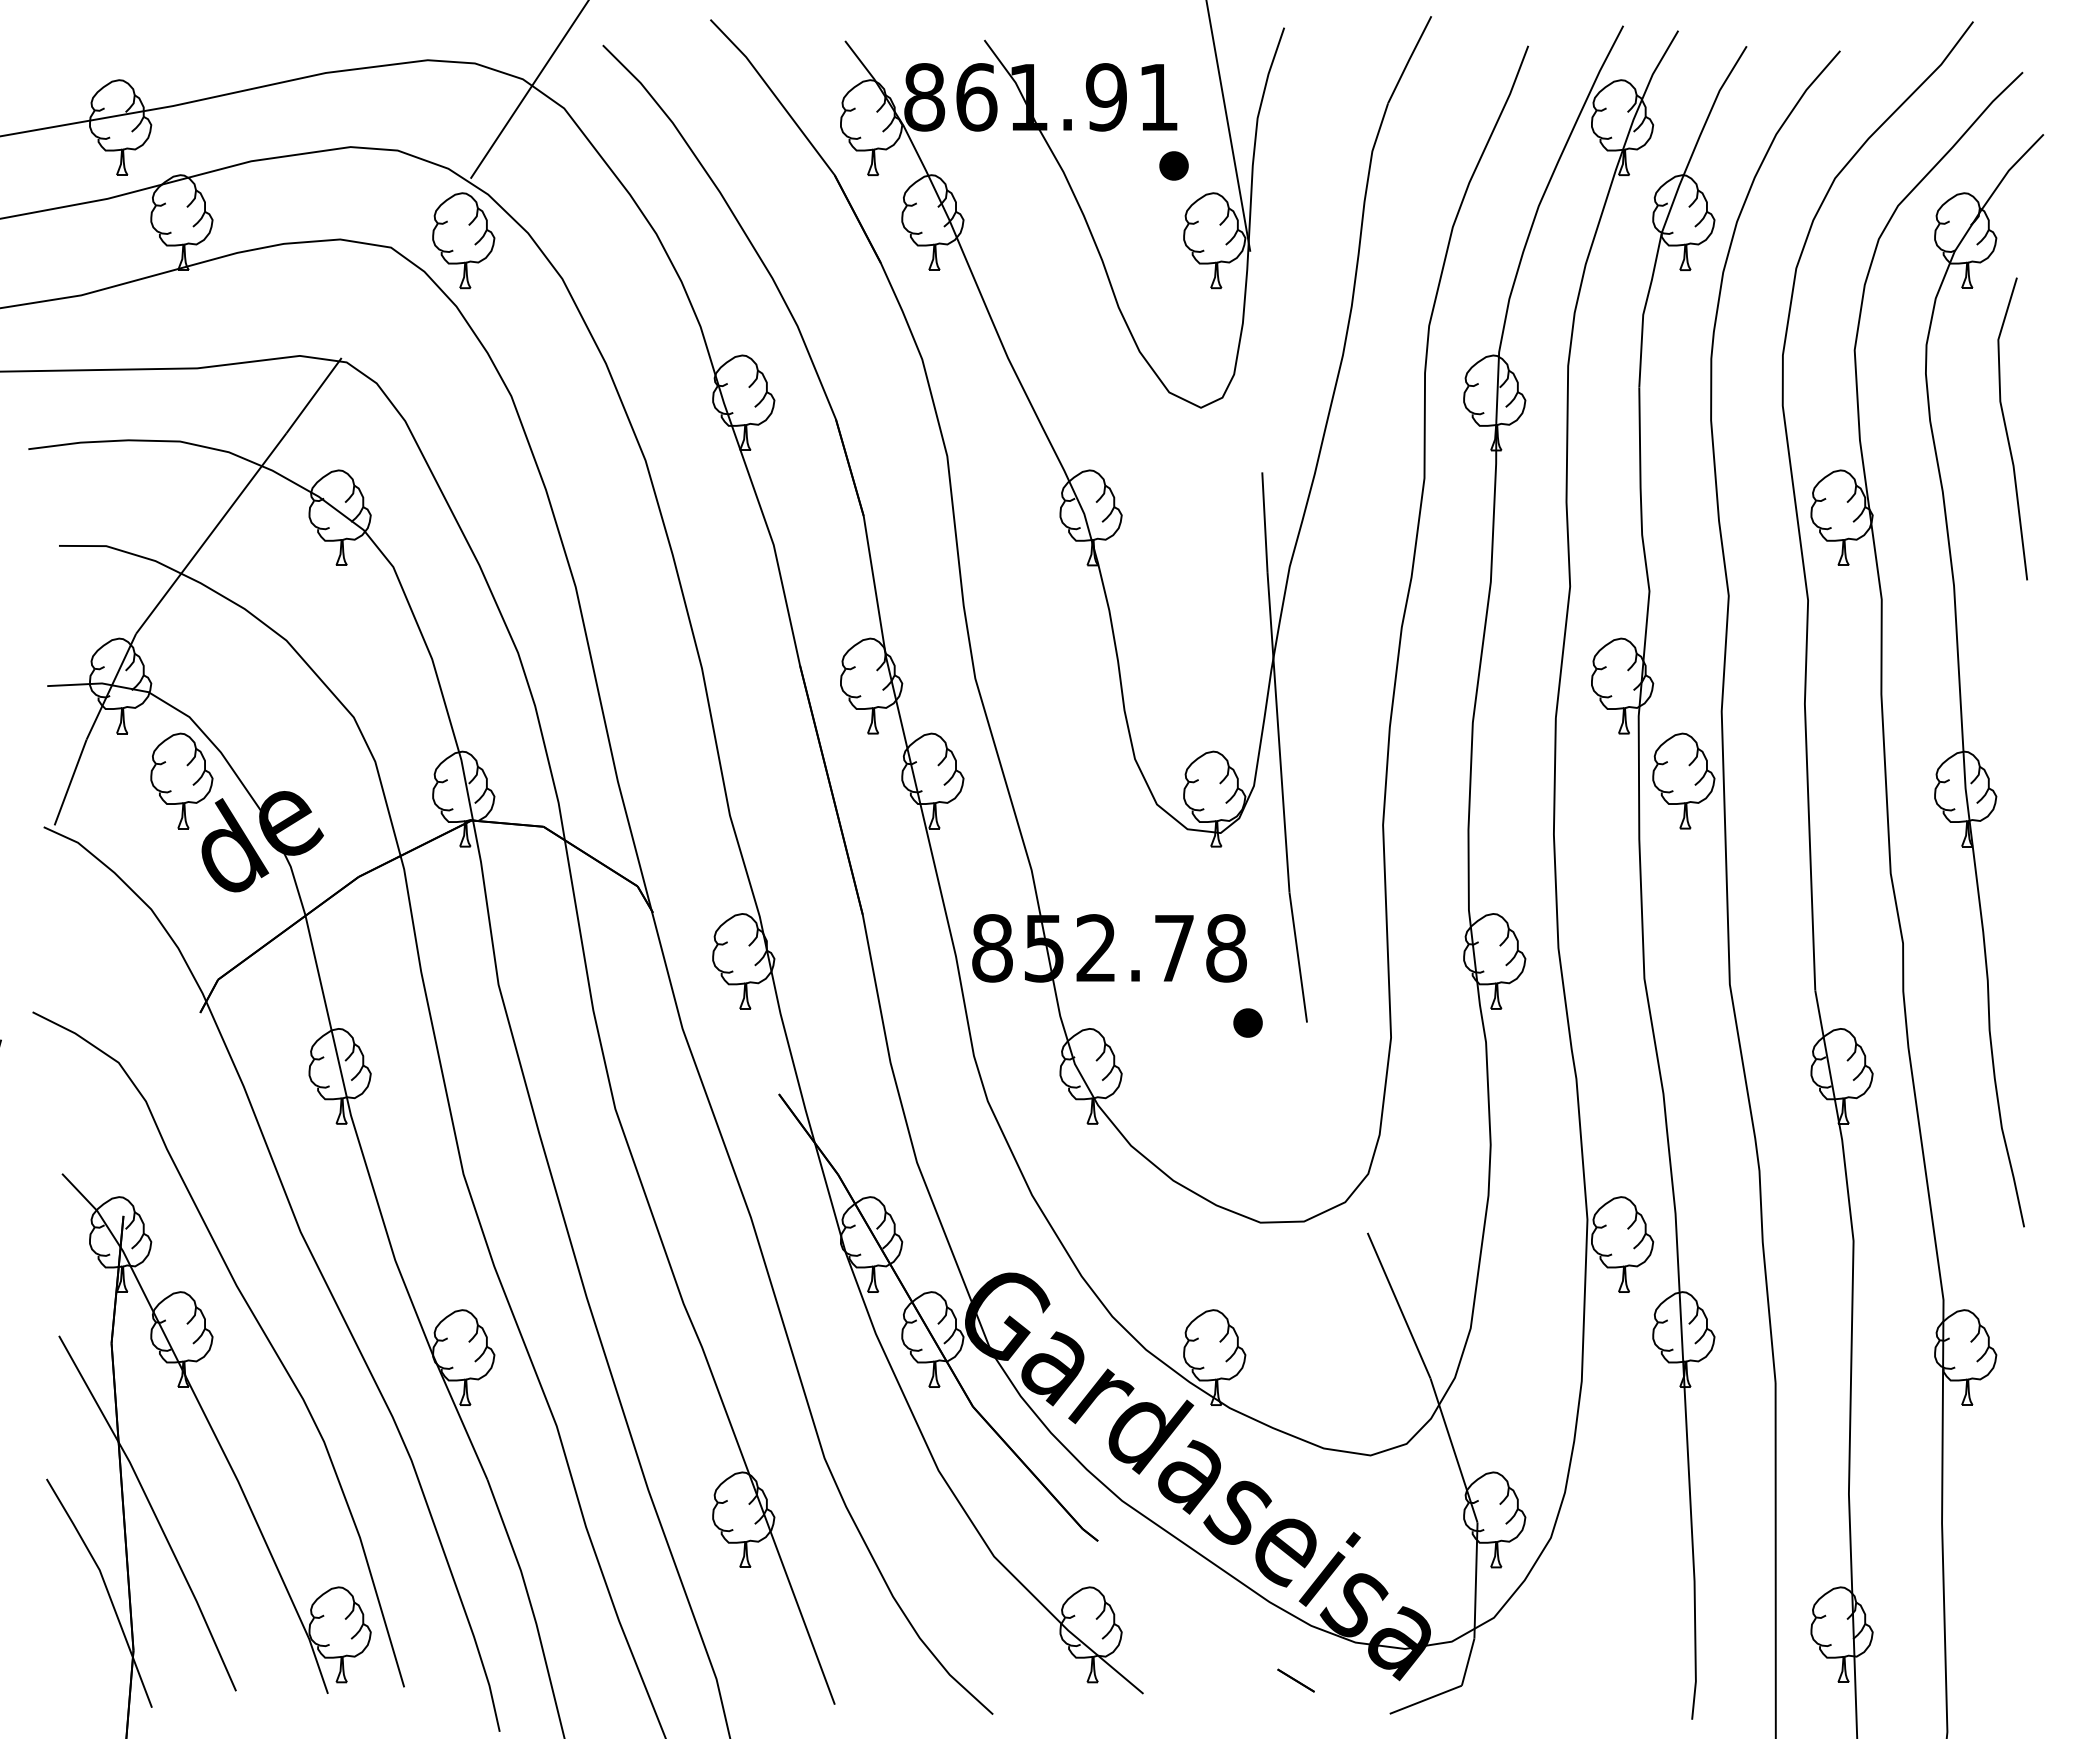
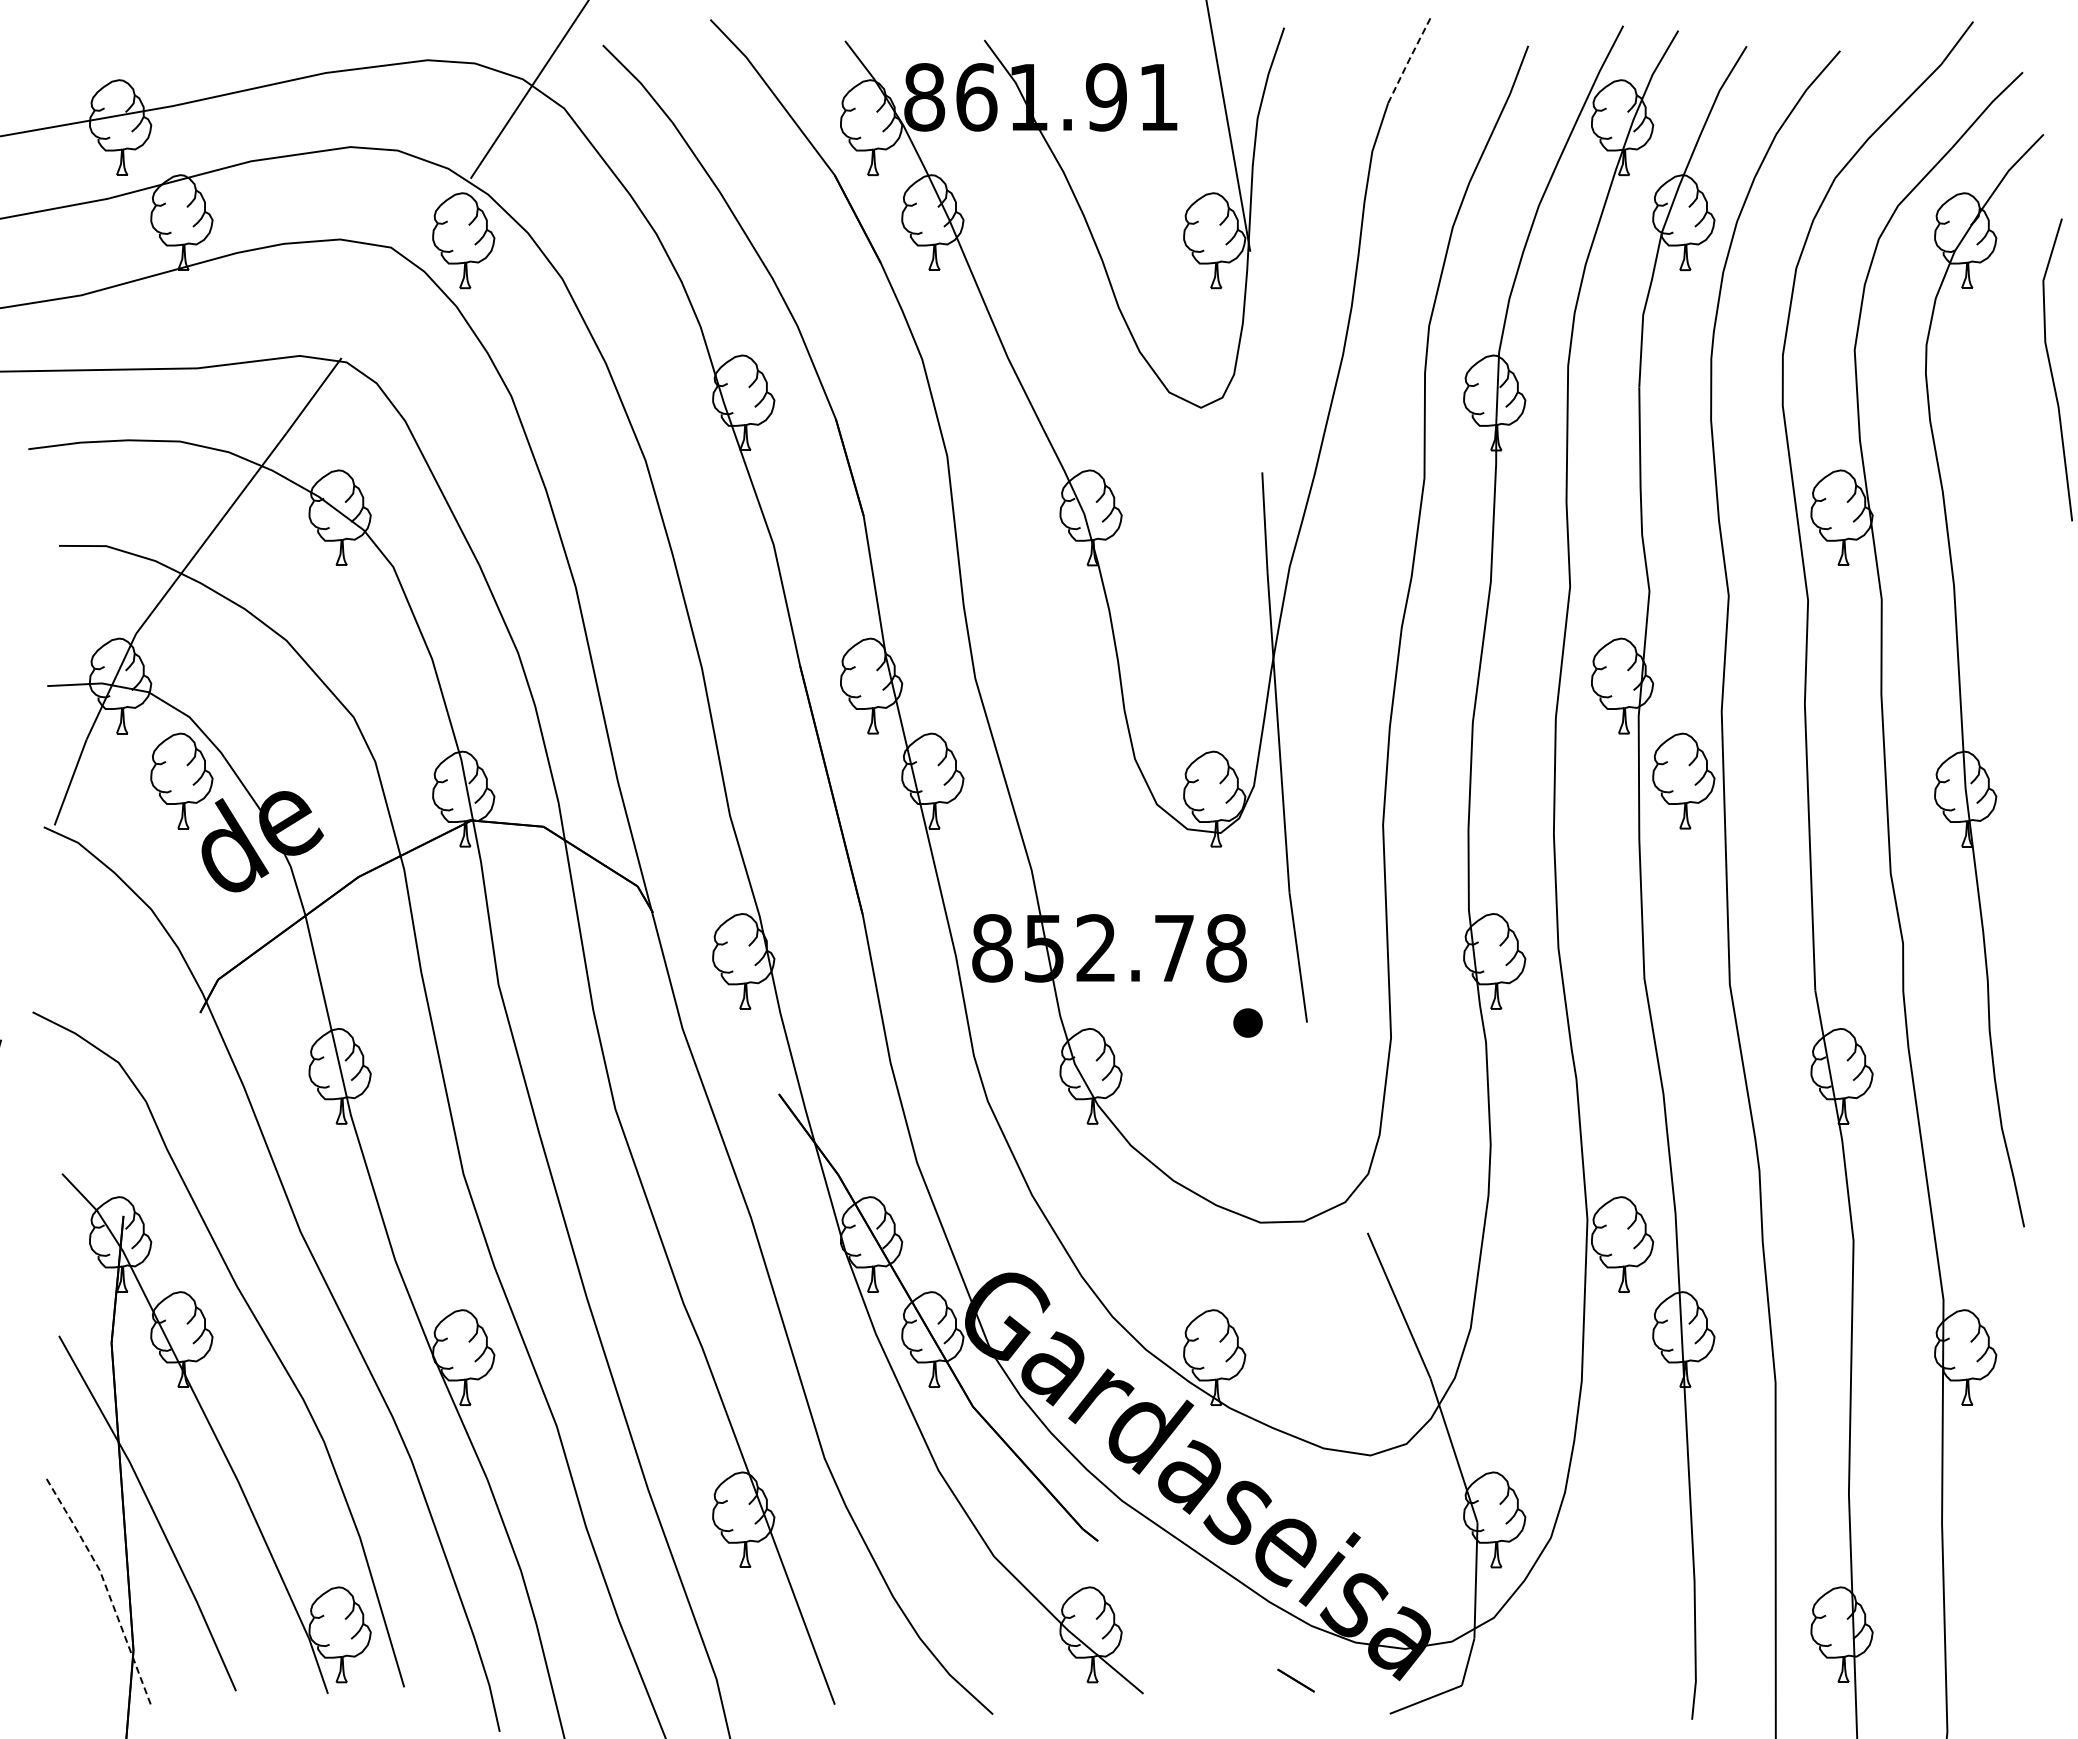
line at (1409, 59): solid -> dashed
part at (1173, 165): present -> none
line at (2007, 430) position: (2007, 430) -> (2052, 371)
line at (106, 1588): solid -> dashed
